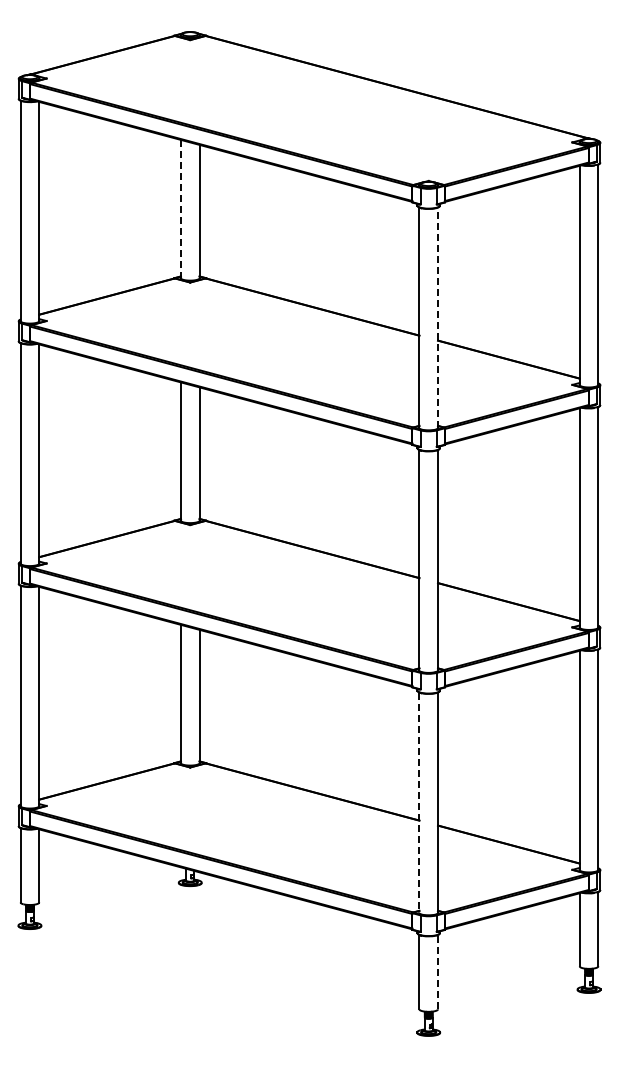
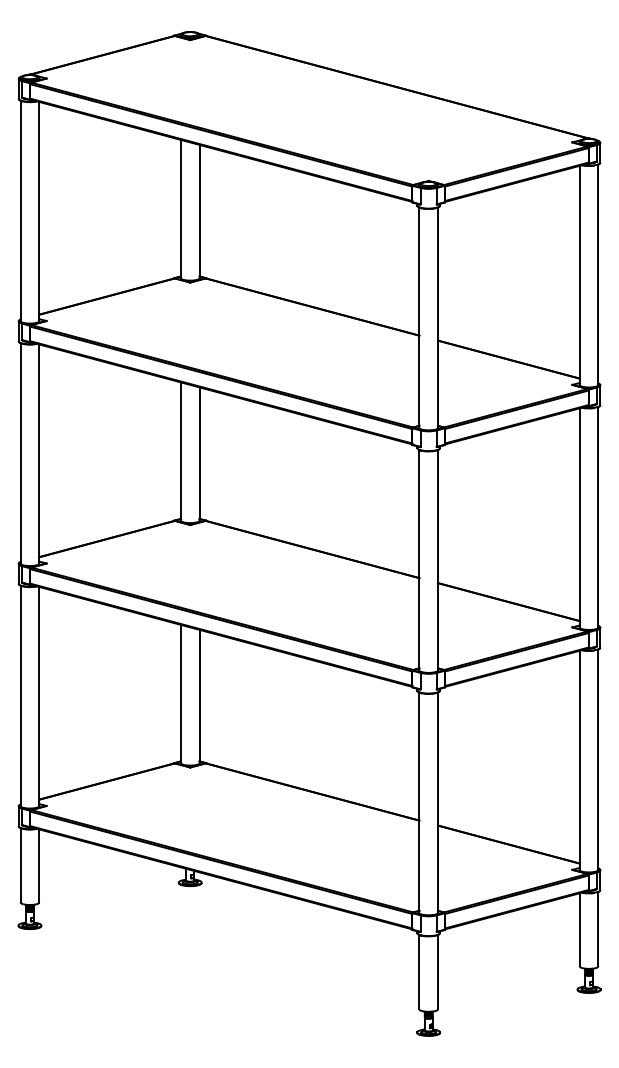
line at (180, 209): dashed -> solid
line at (438, 317): dashed -> solid
line at (419, 803): dashed -> solid
line at (438, 971): dashed -> solid
